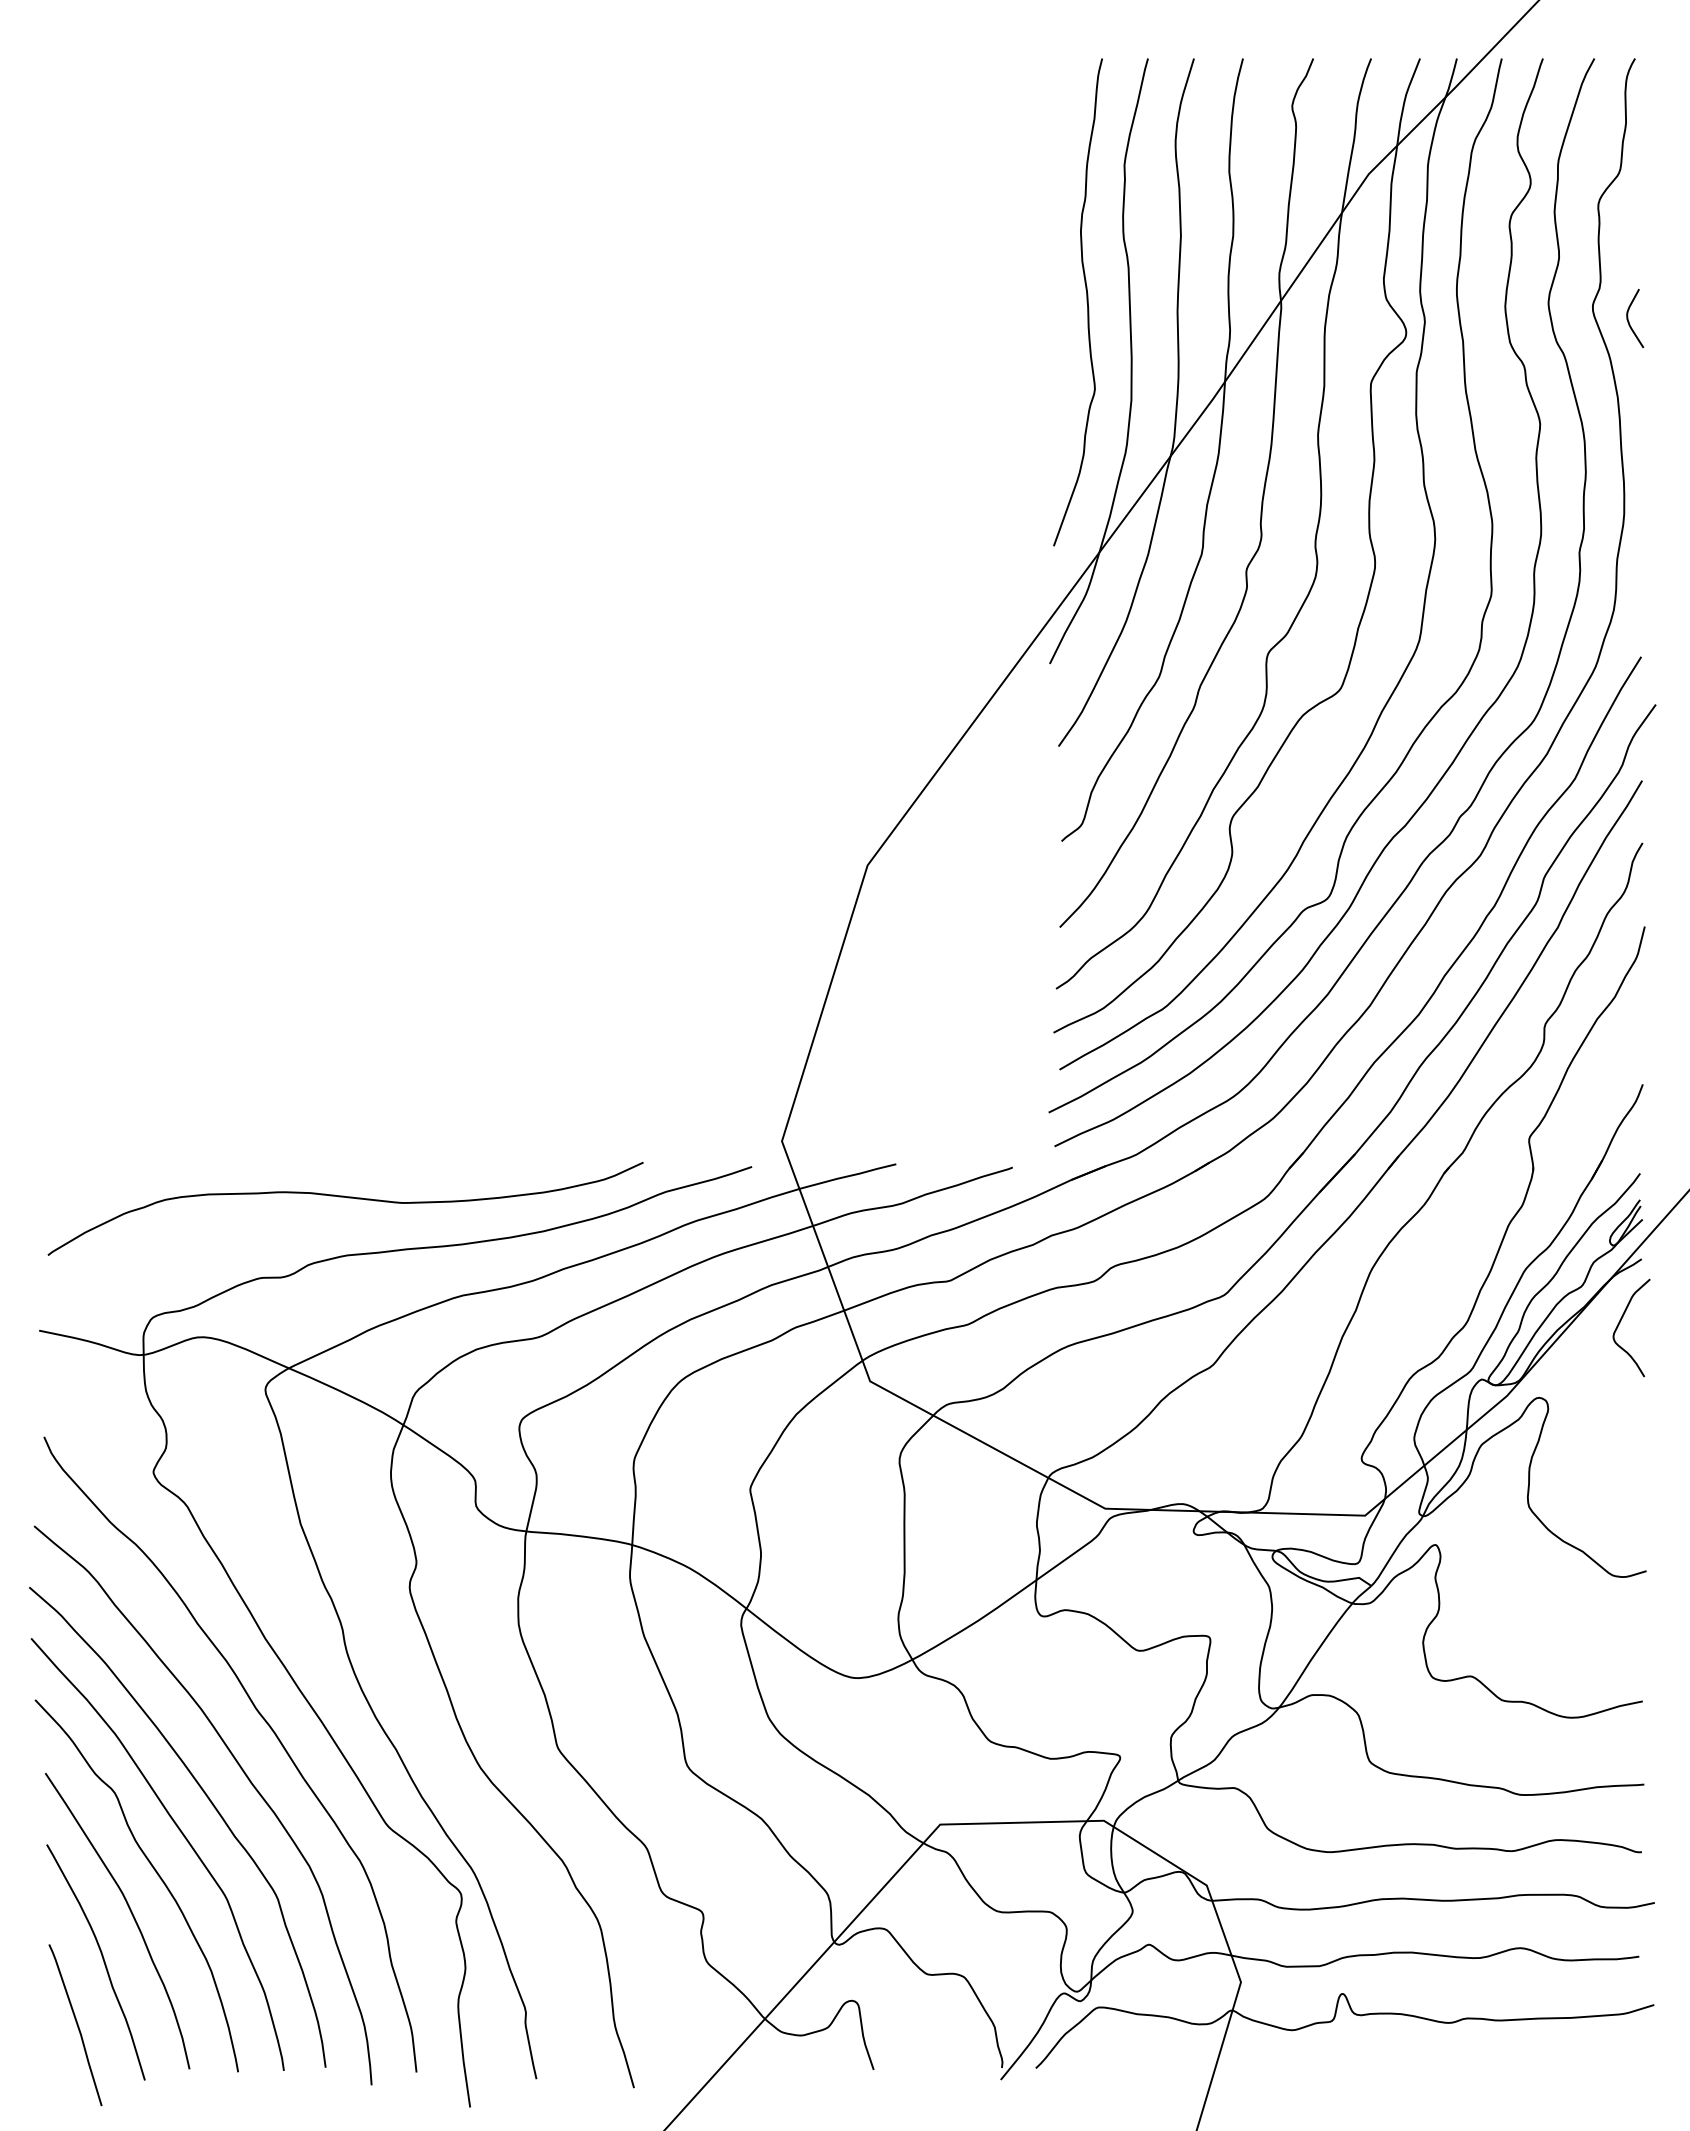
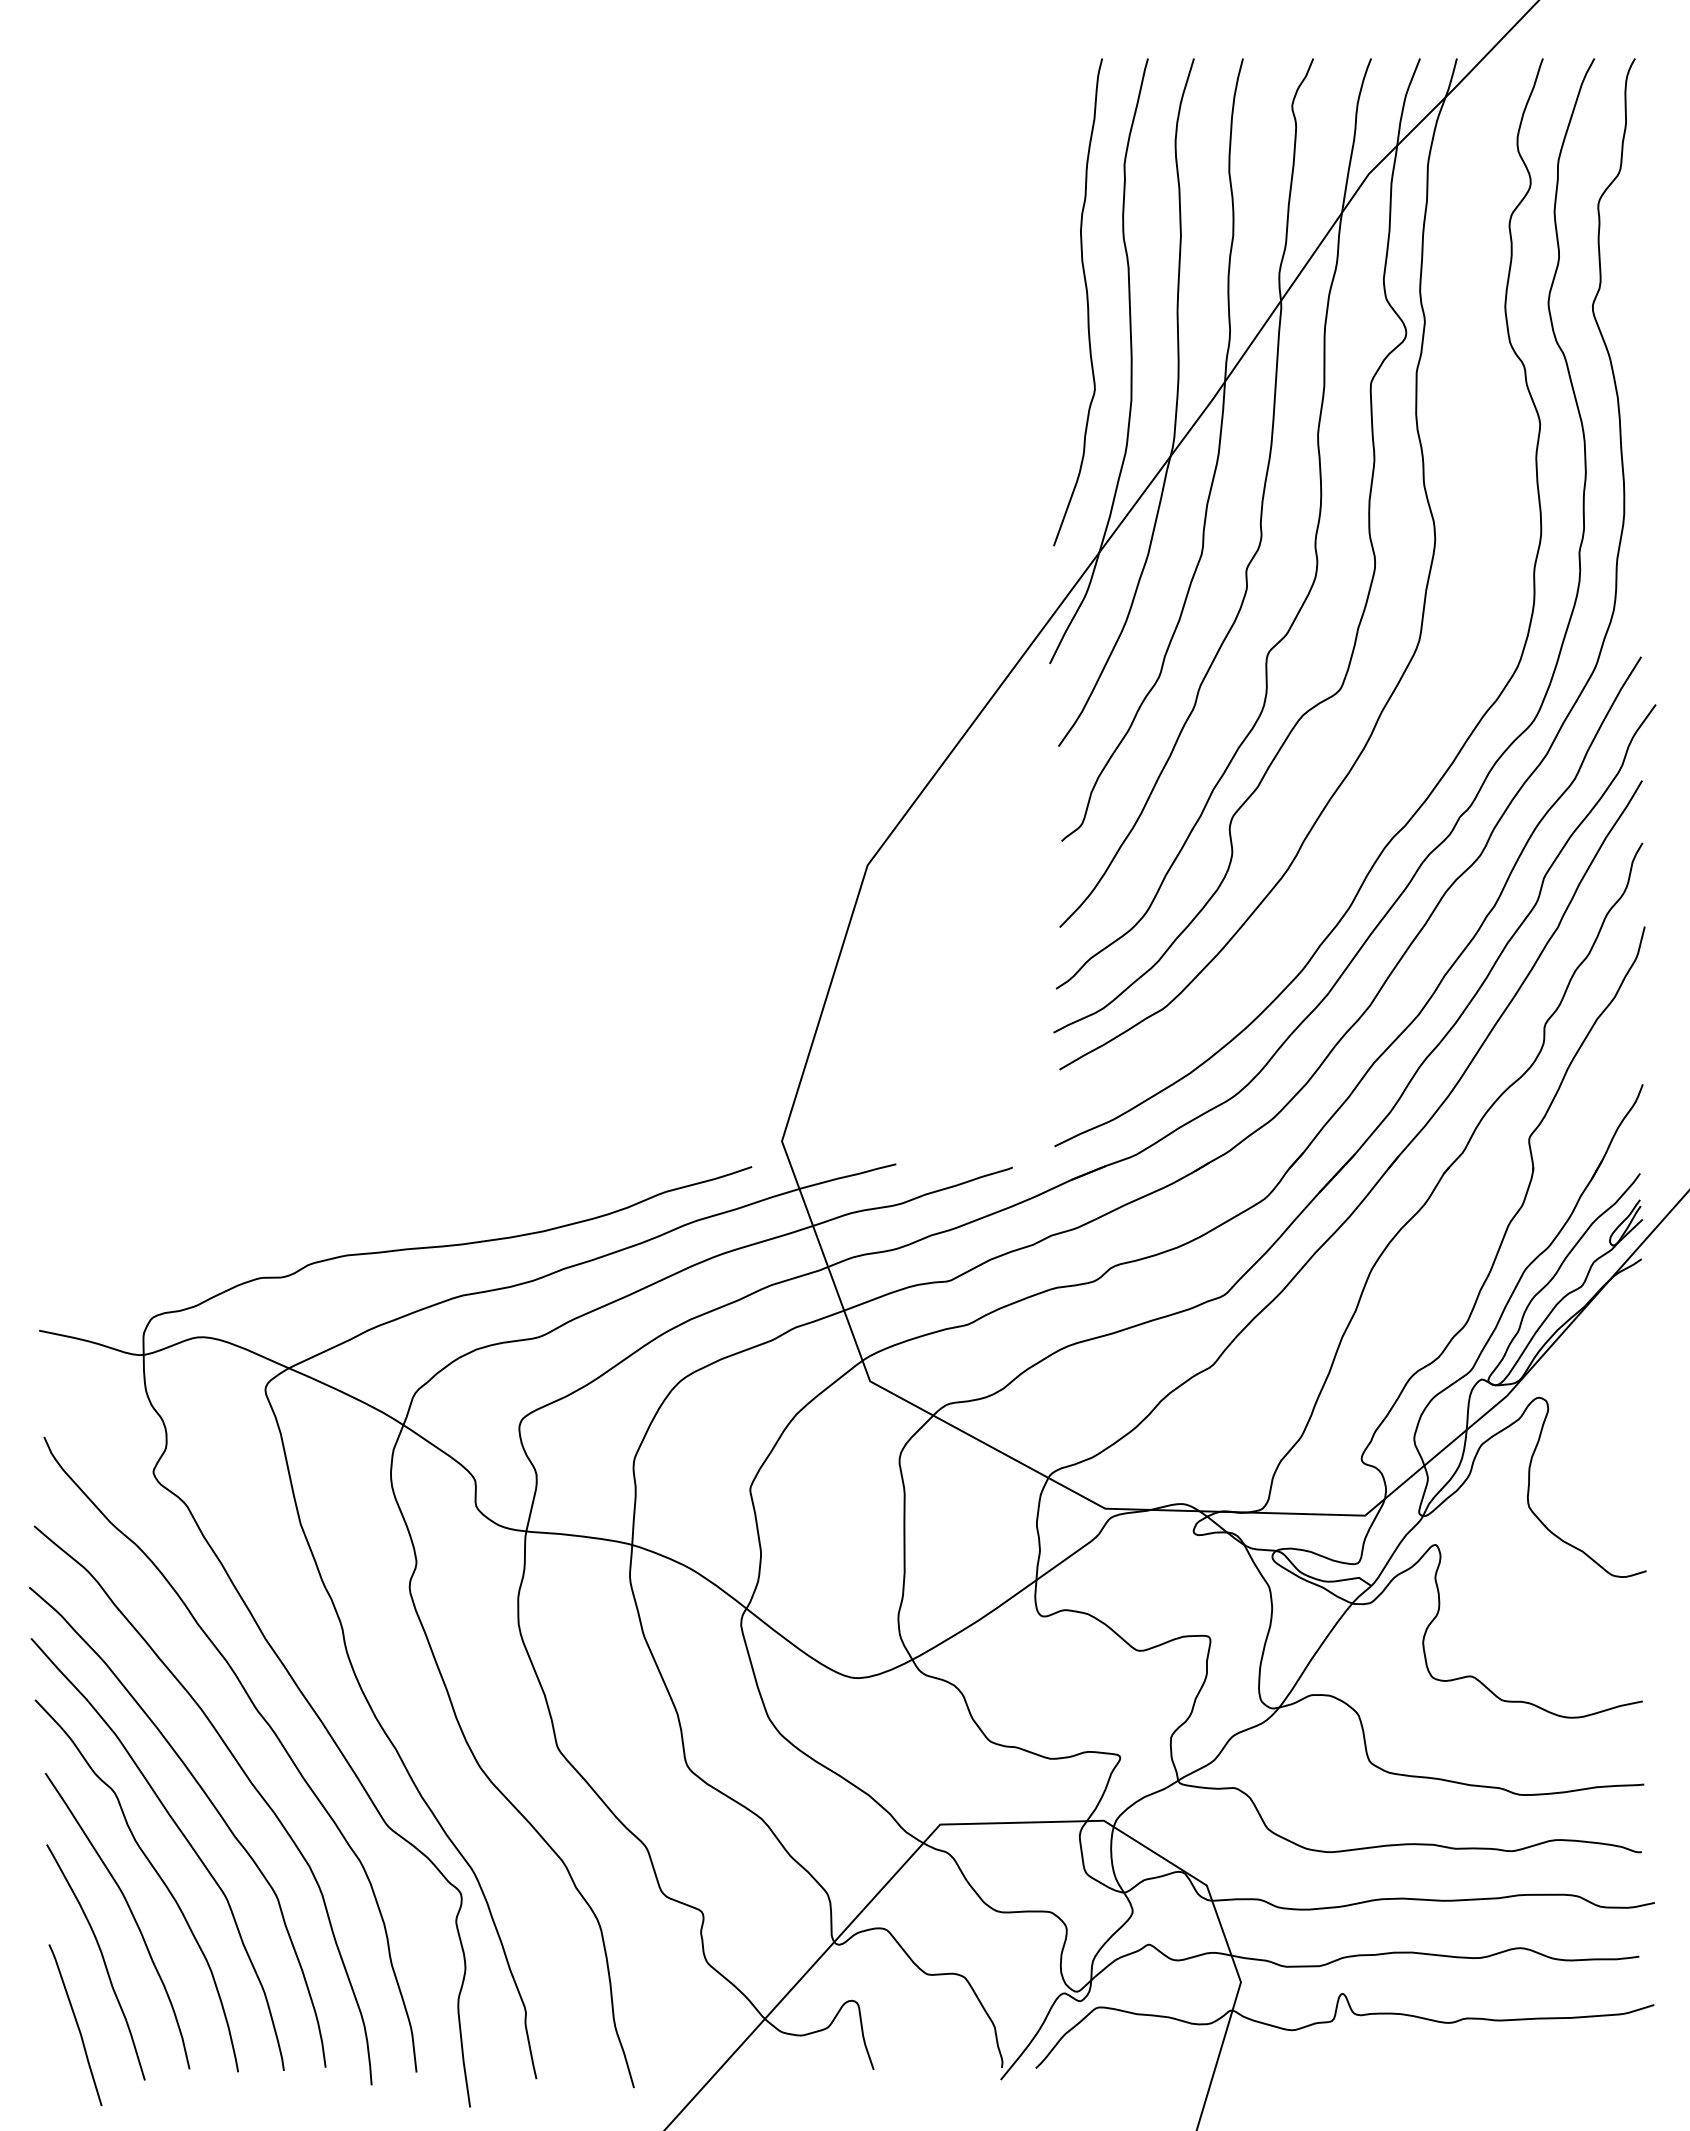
curve at (1629, 321): present -> none
curve at (1430, 718): present -> none
curve at (347, 1198): present -> none
curve at (1620, 1323): present -> none
